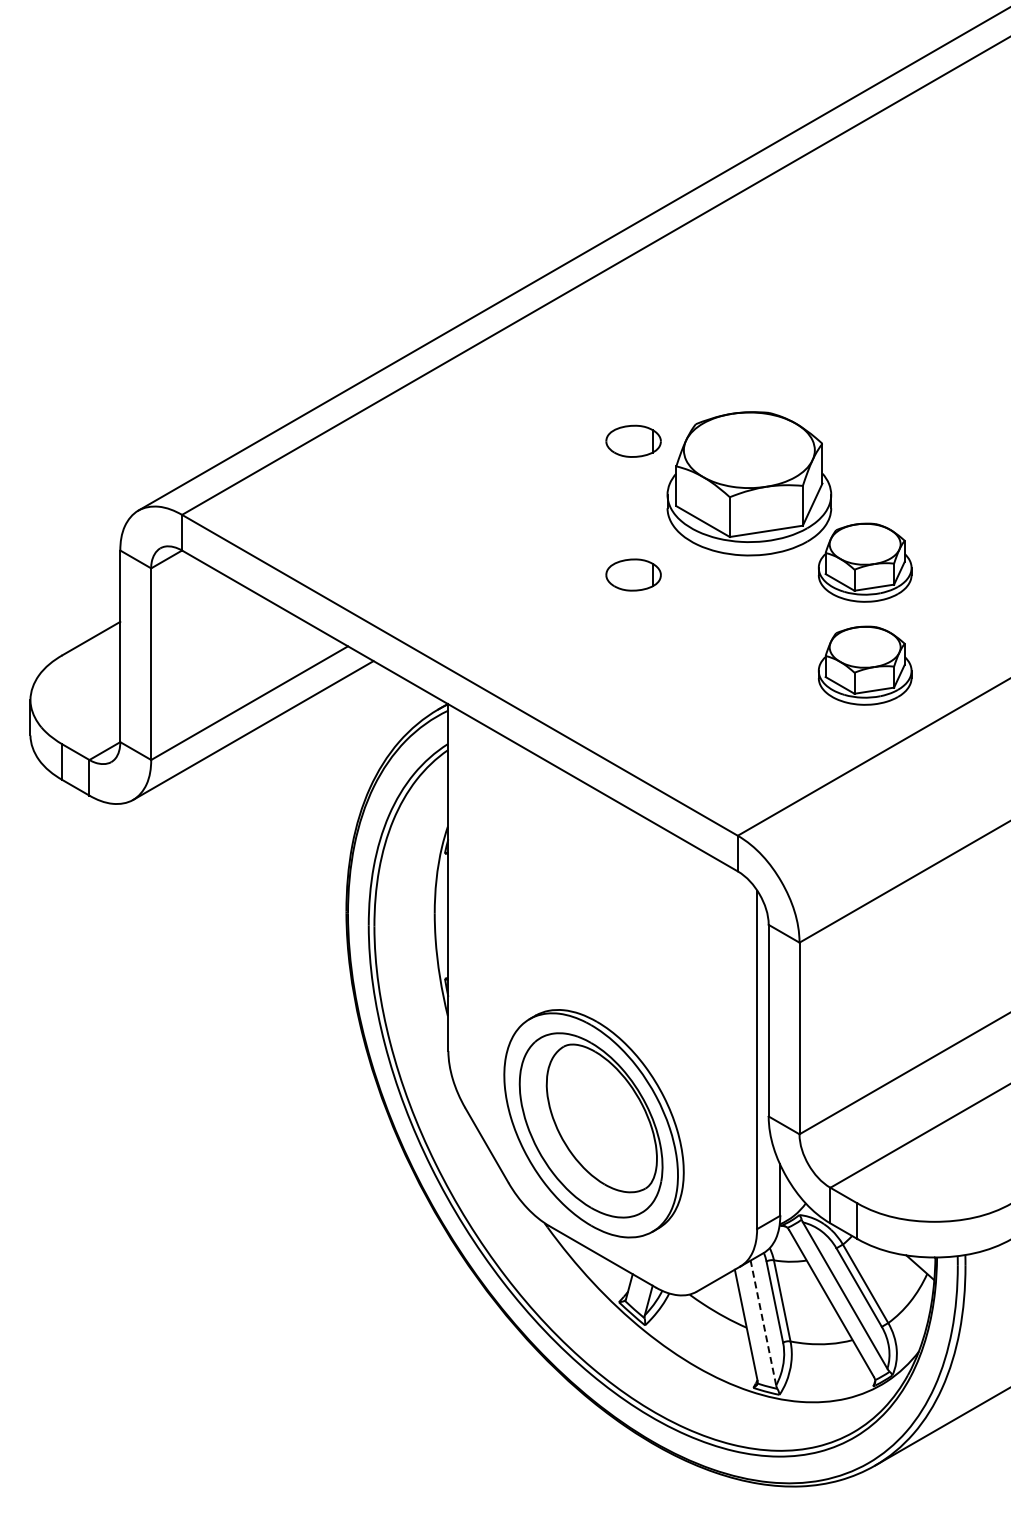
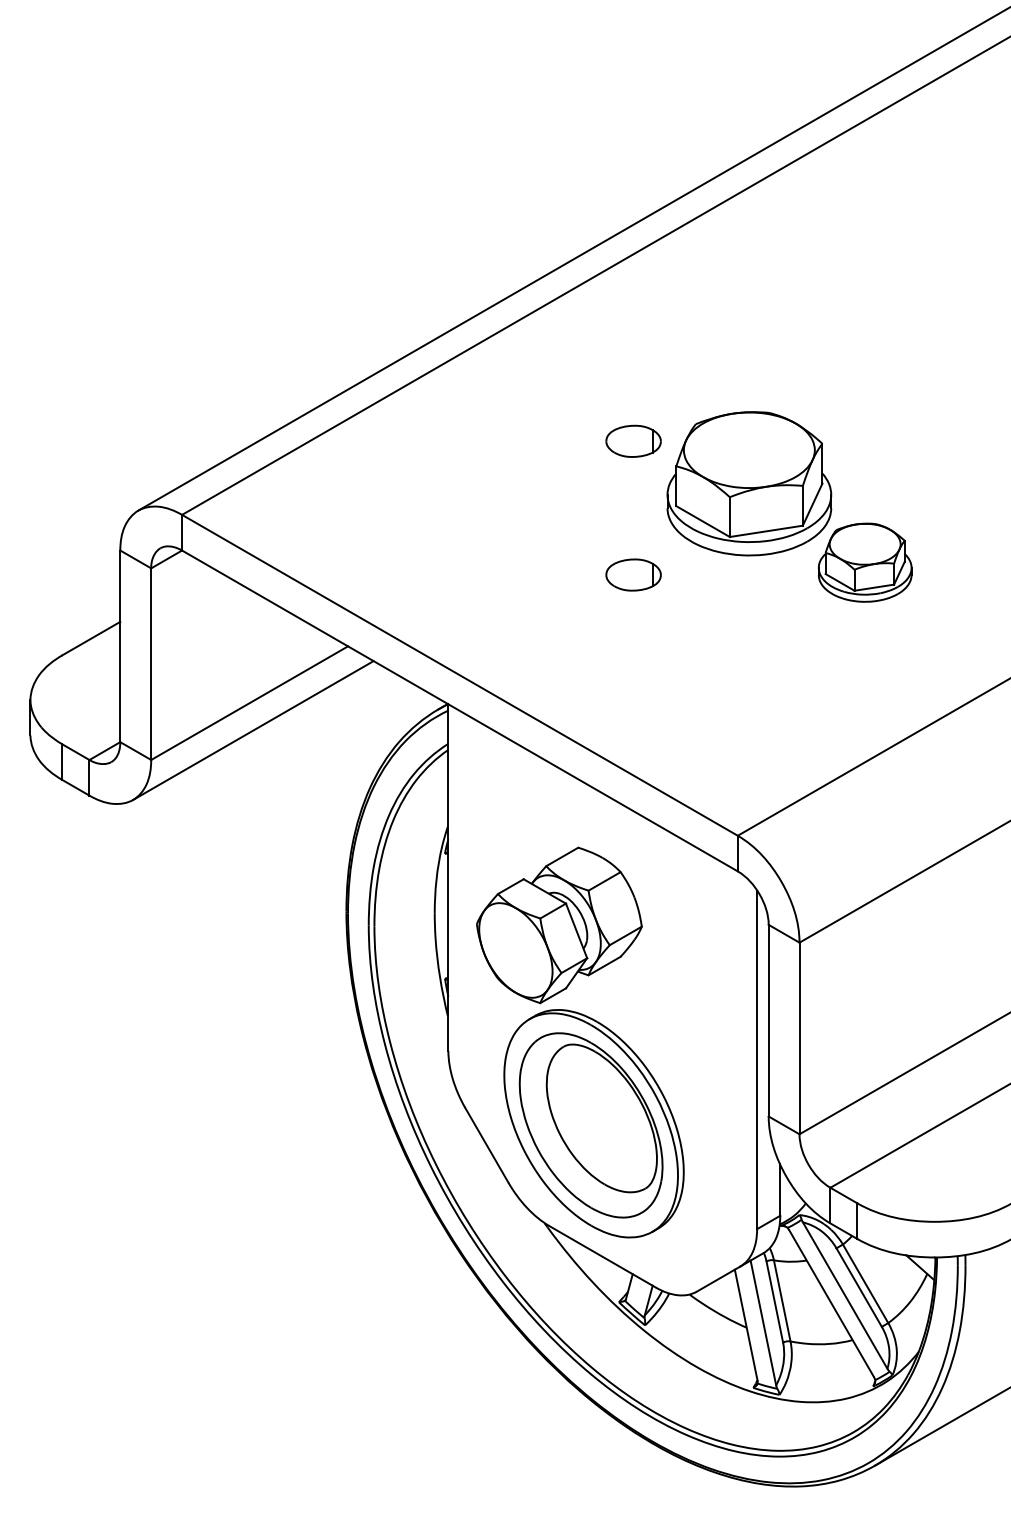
part at (864, 665): present -> none
part at (559, 925): none -> present
line at (763, 1323): dashed -> solid
